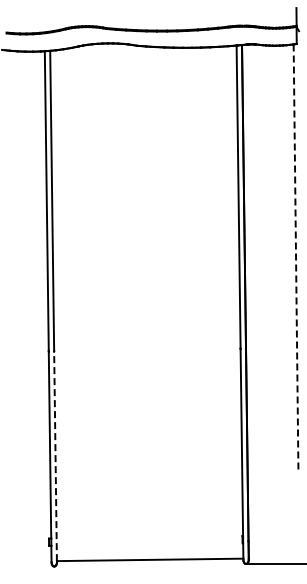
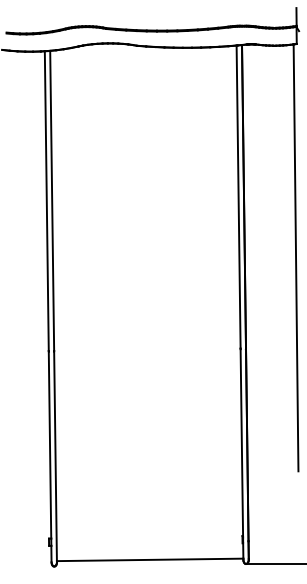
line at (296, 258): dashed -> solid
line at (55, 455): dashed -> solid
